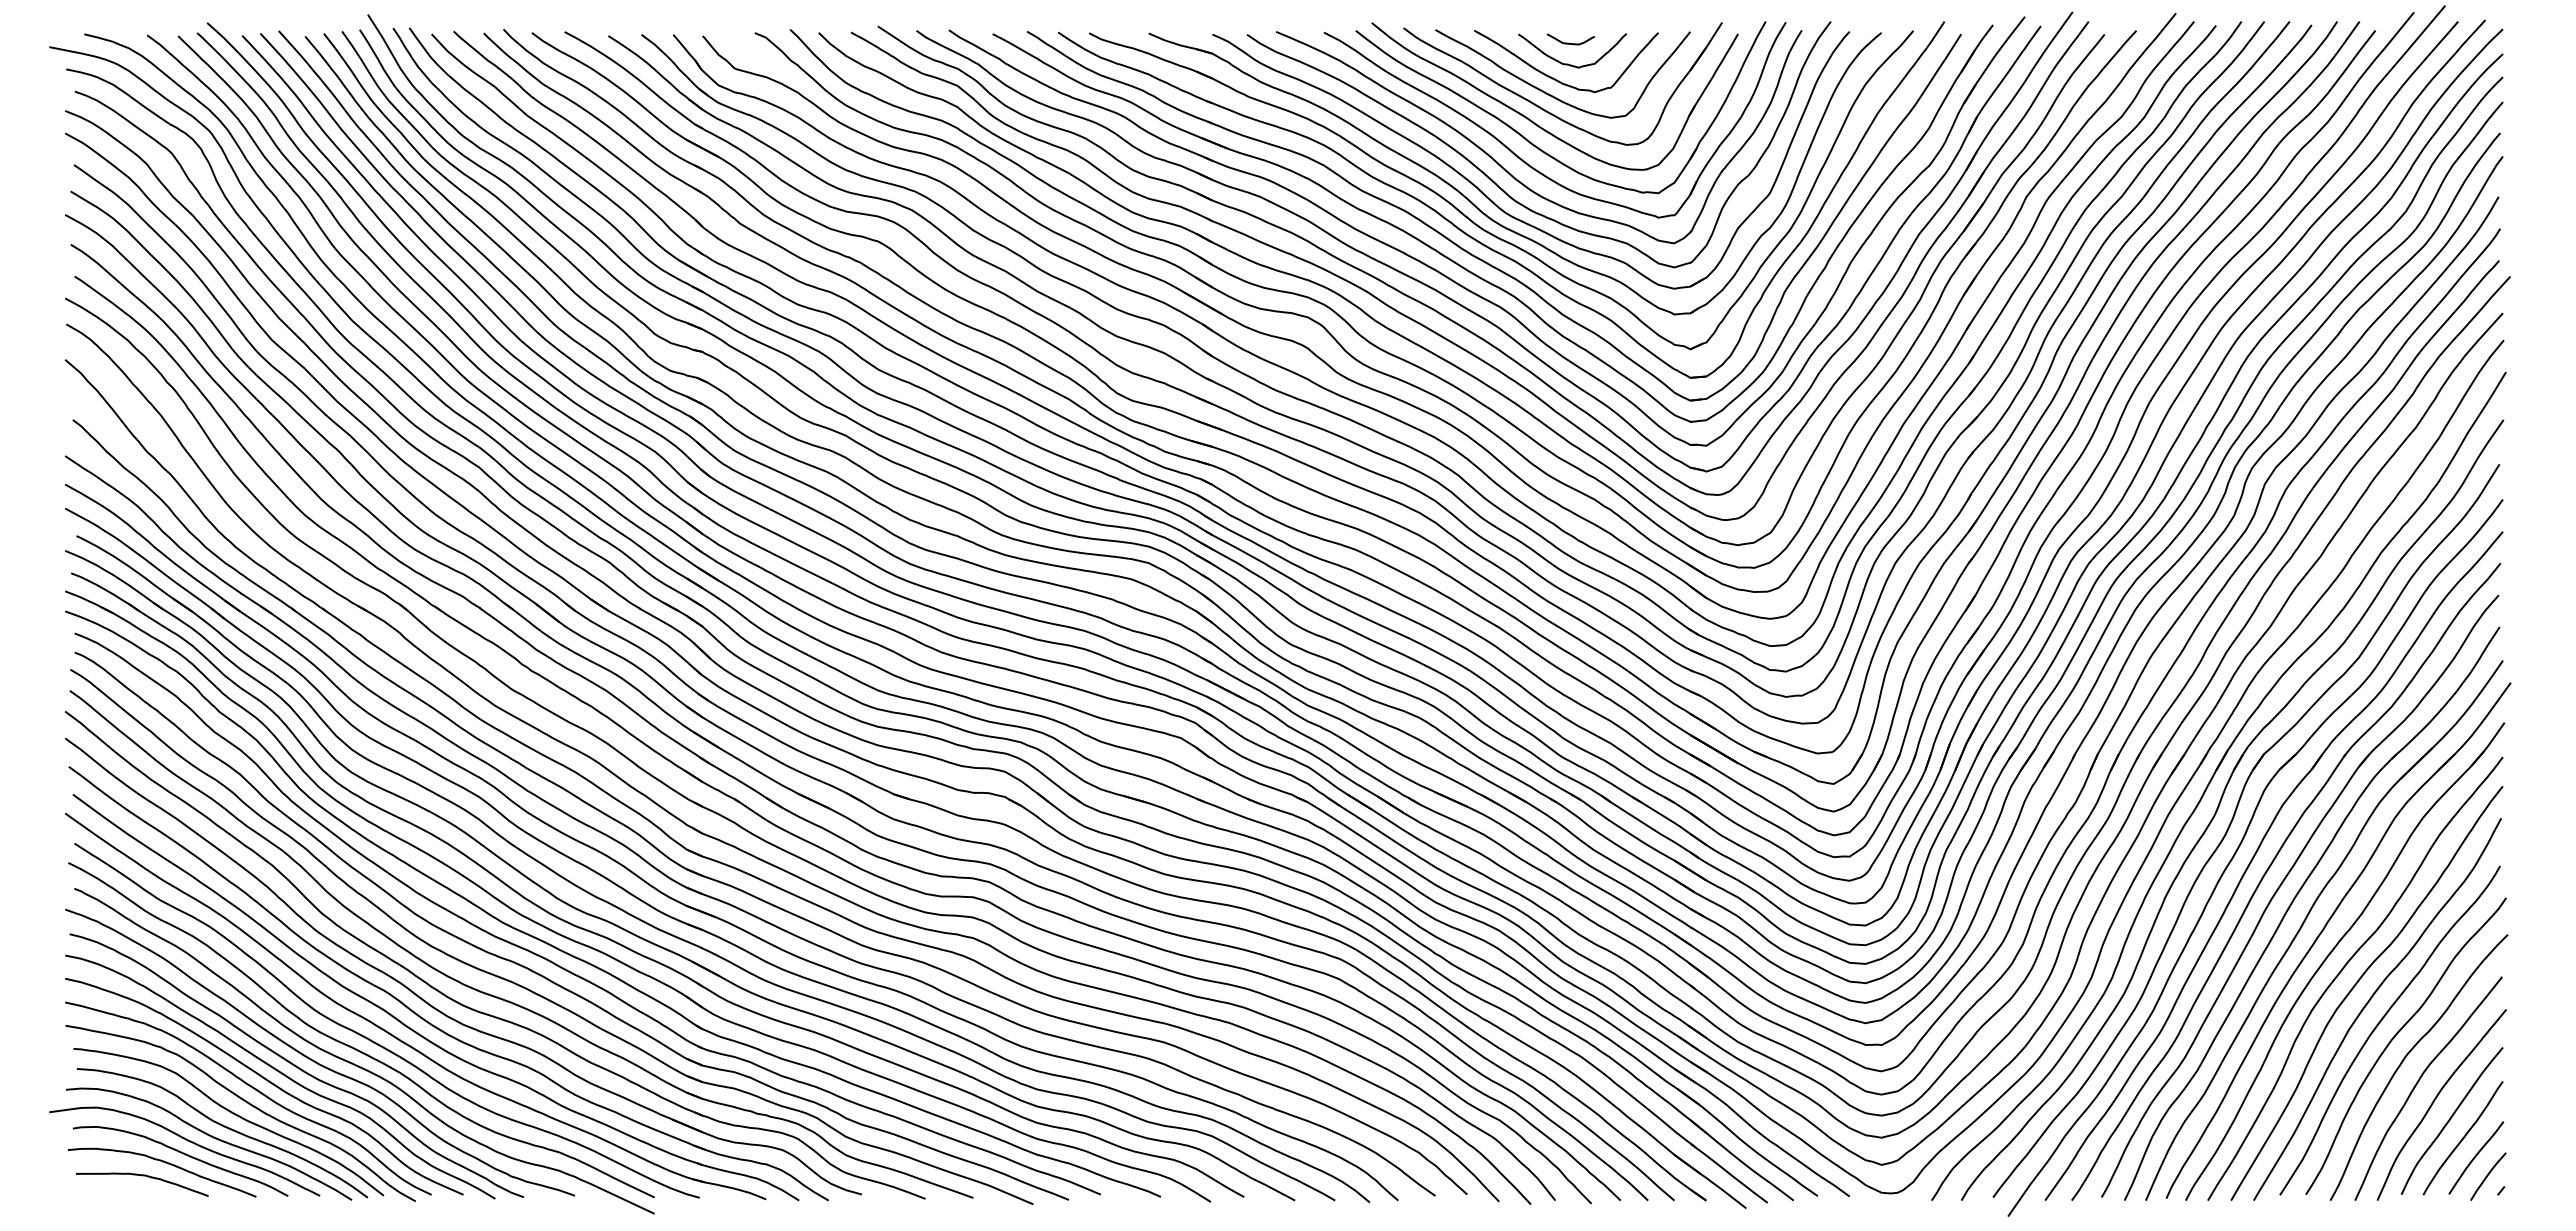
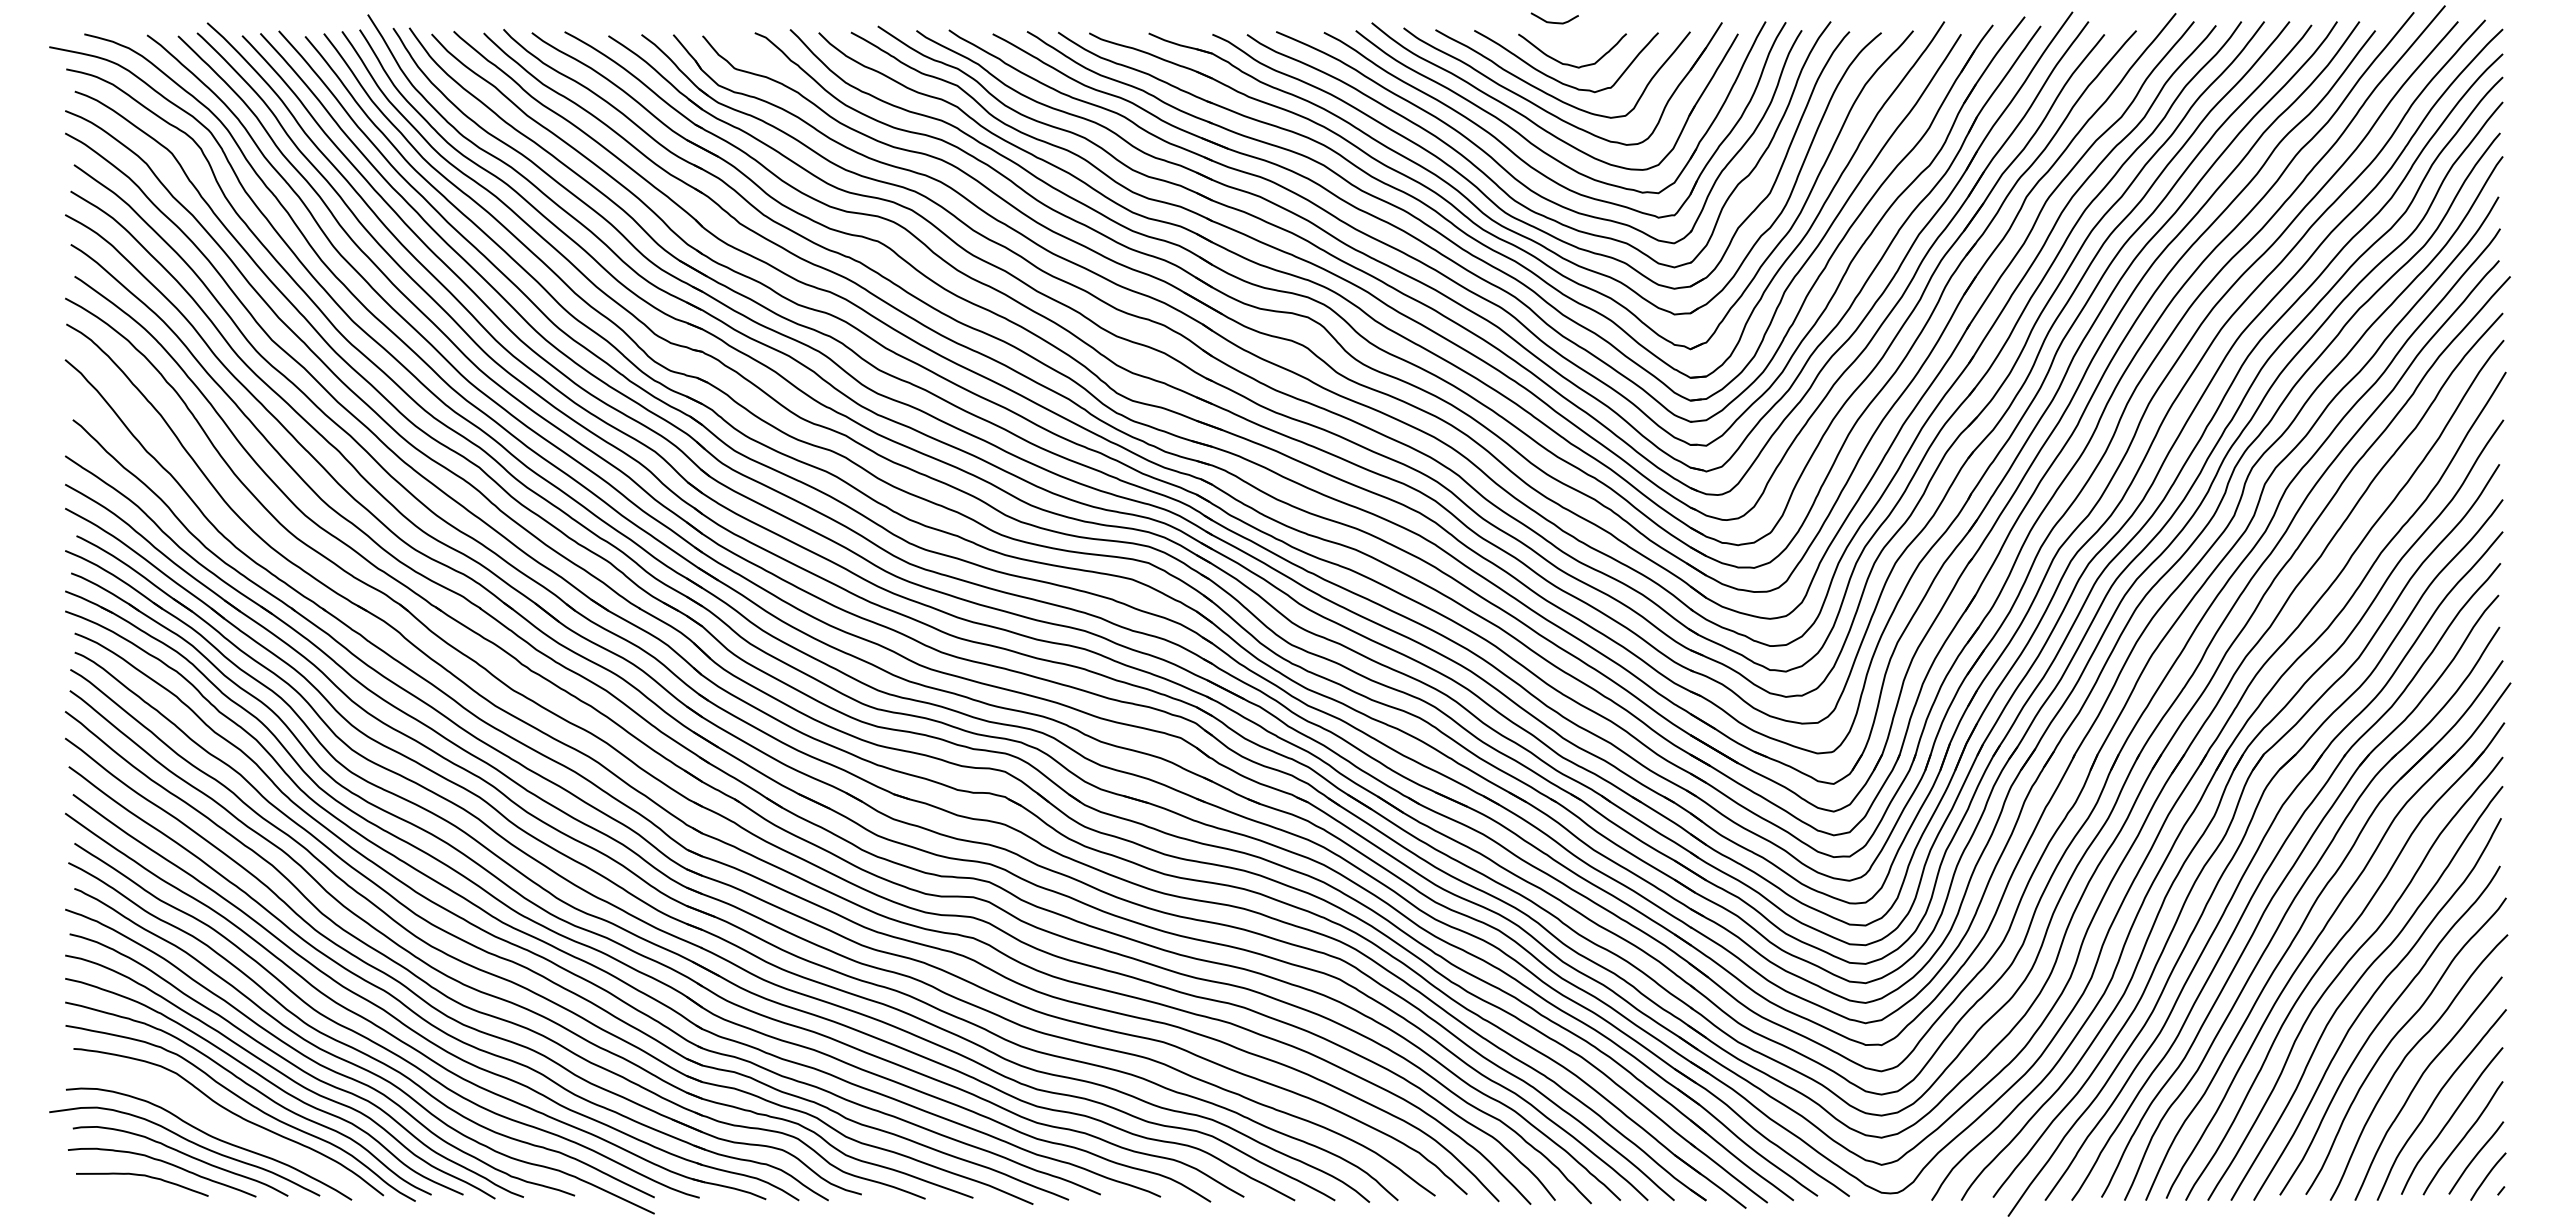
curve at (1568, 42) position: (1568, 42) -> (1552, 21)
curve at (224, 1127): present -> none
